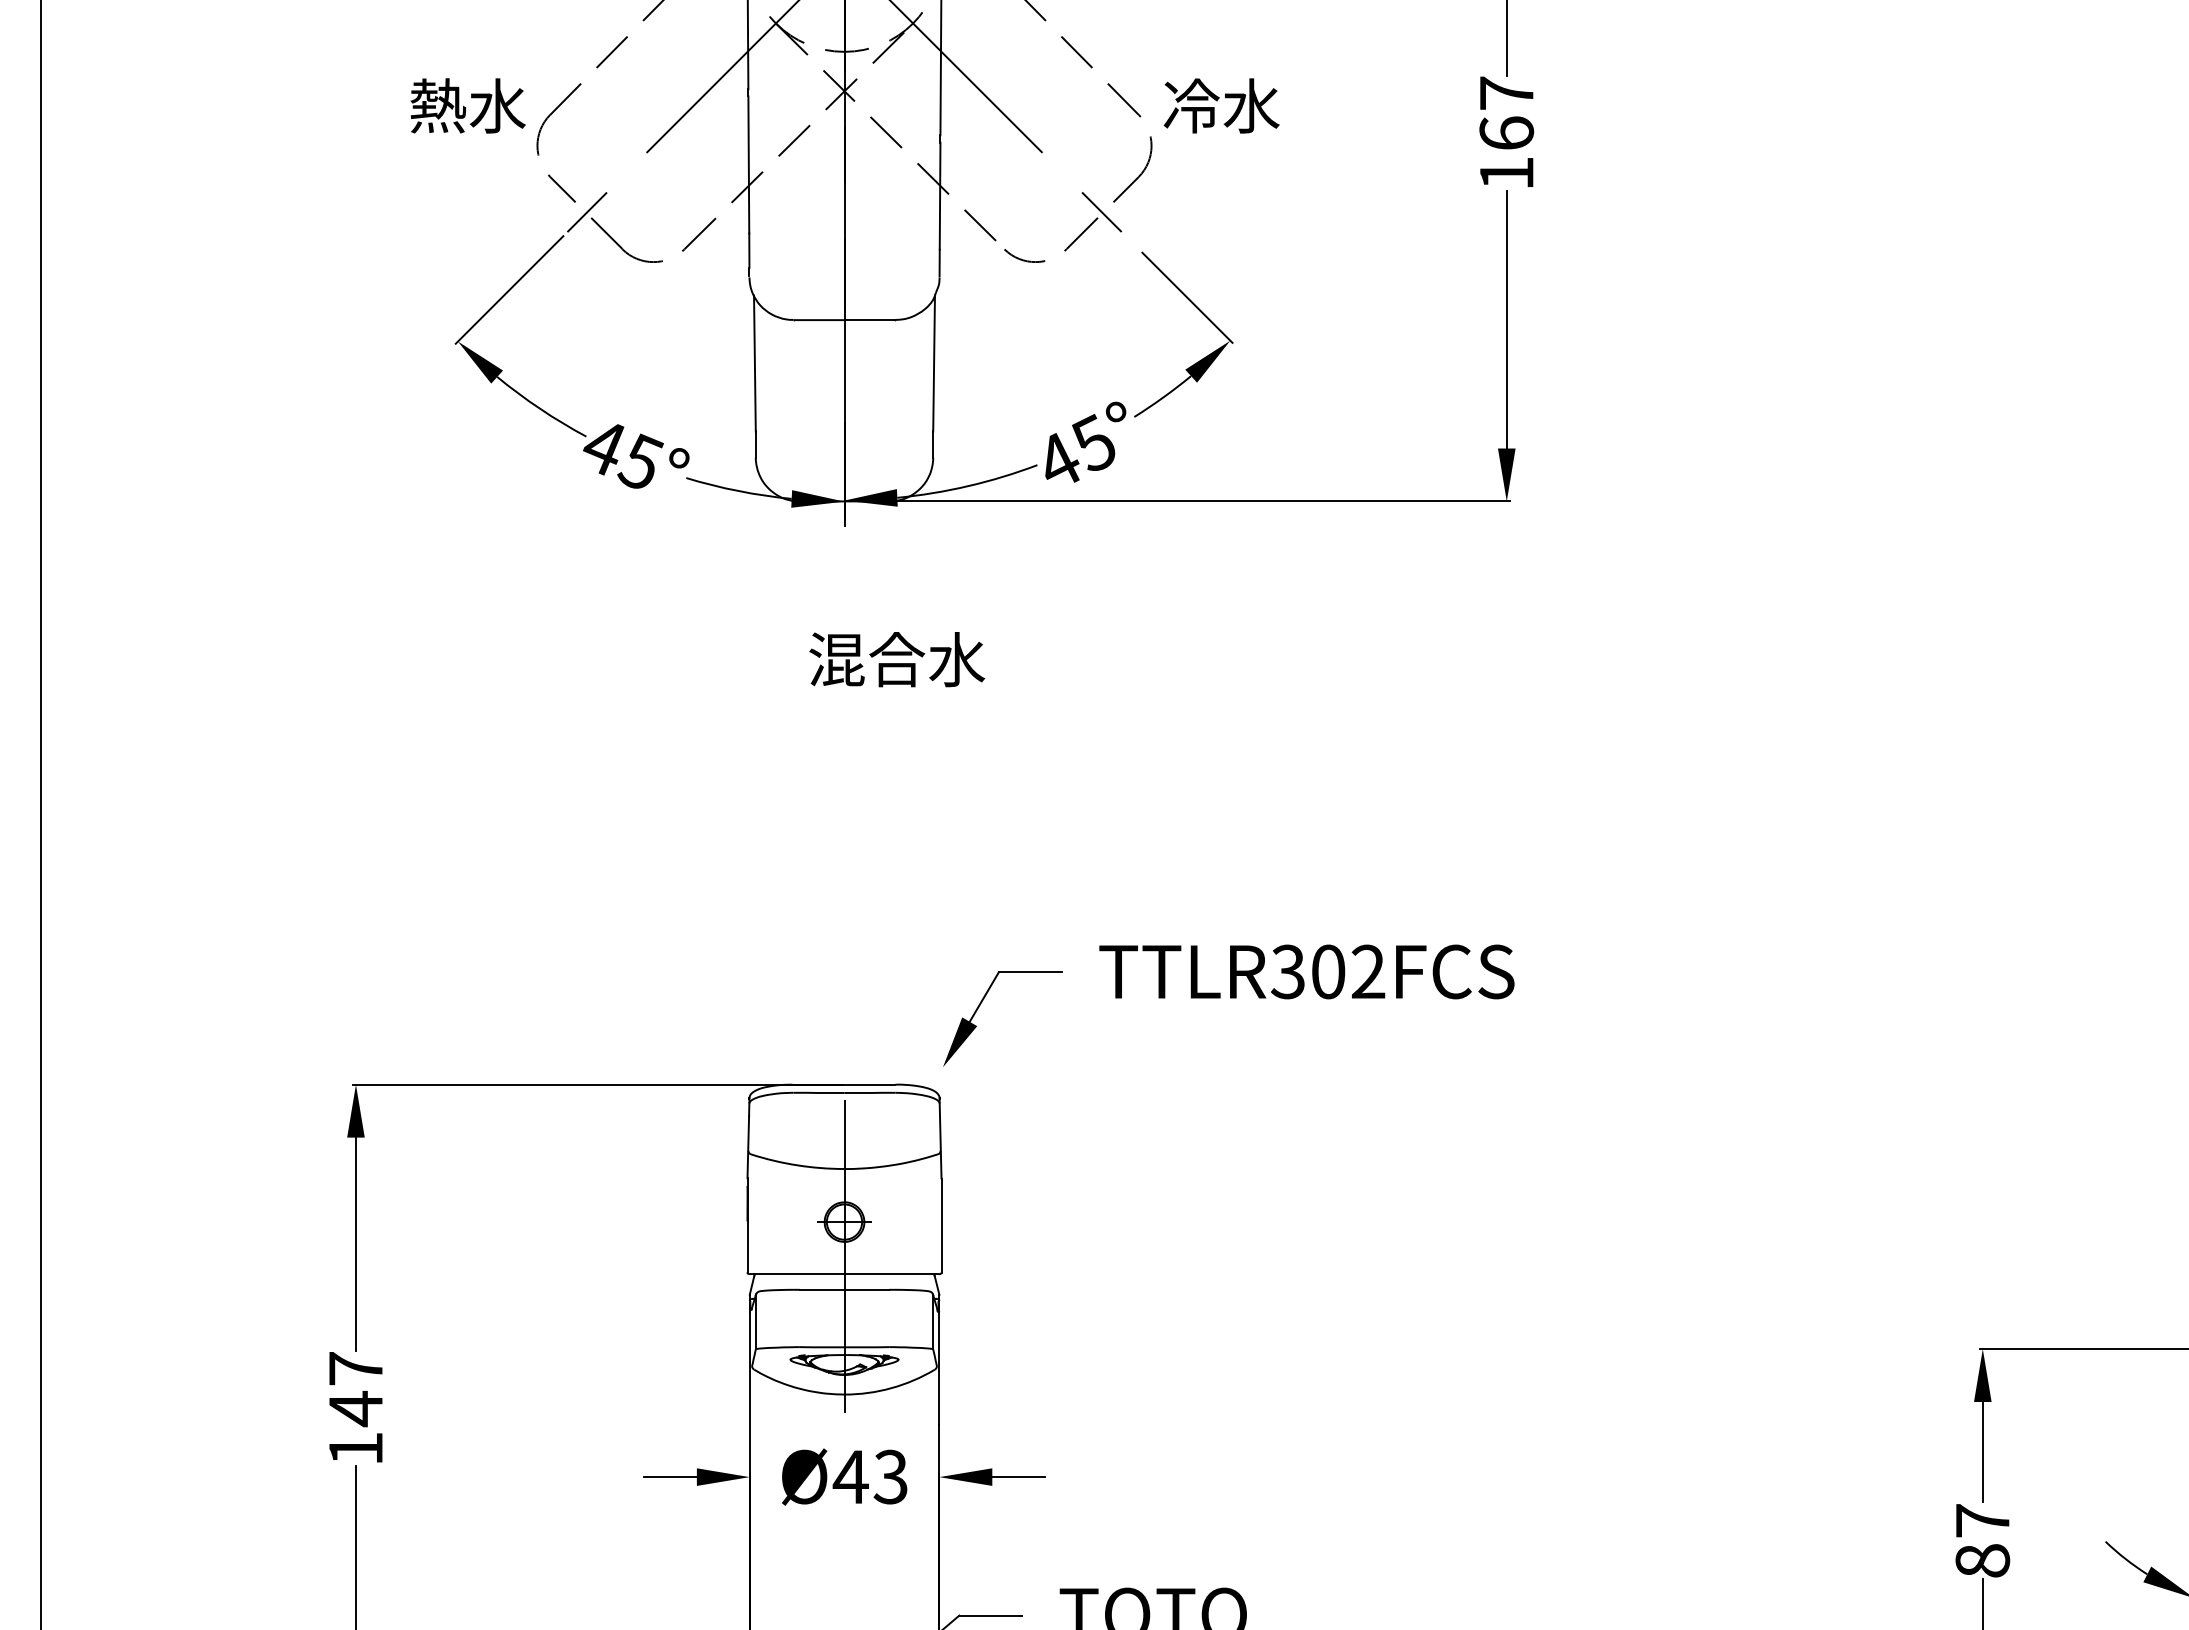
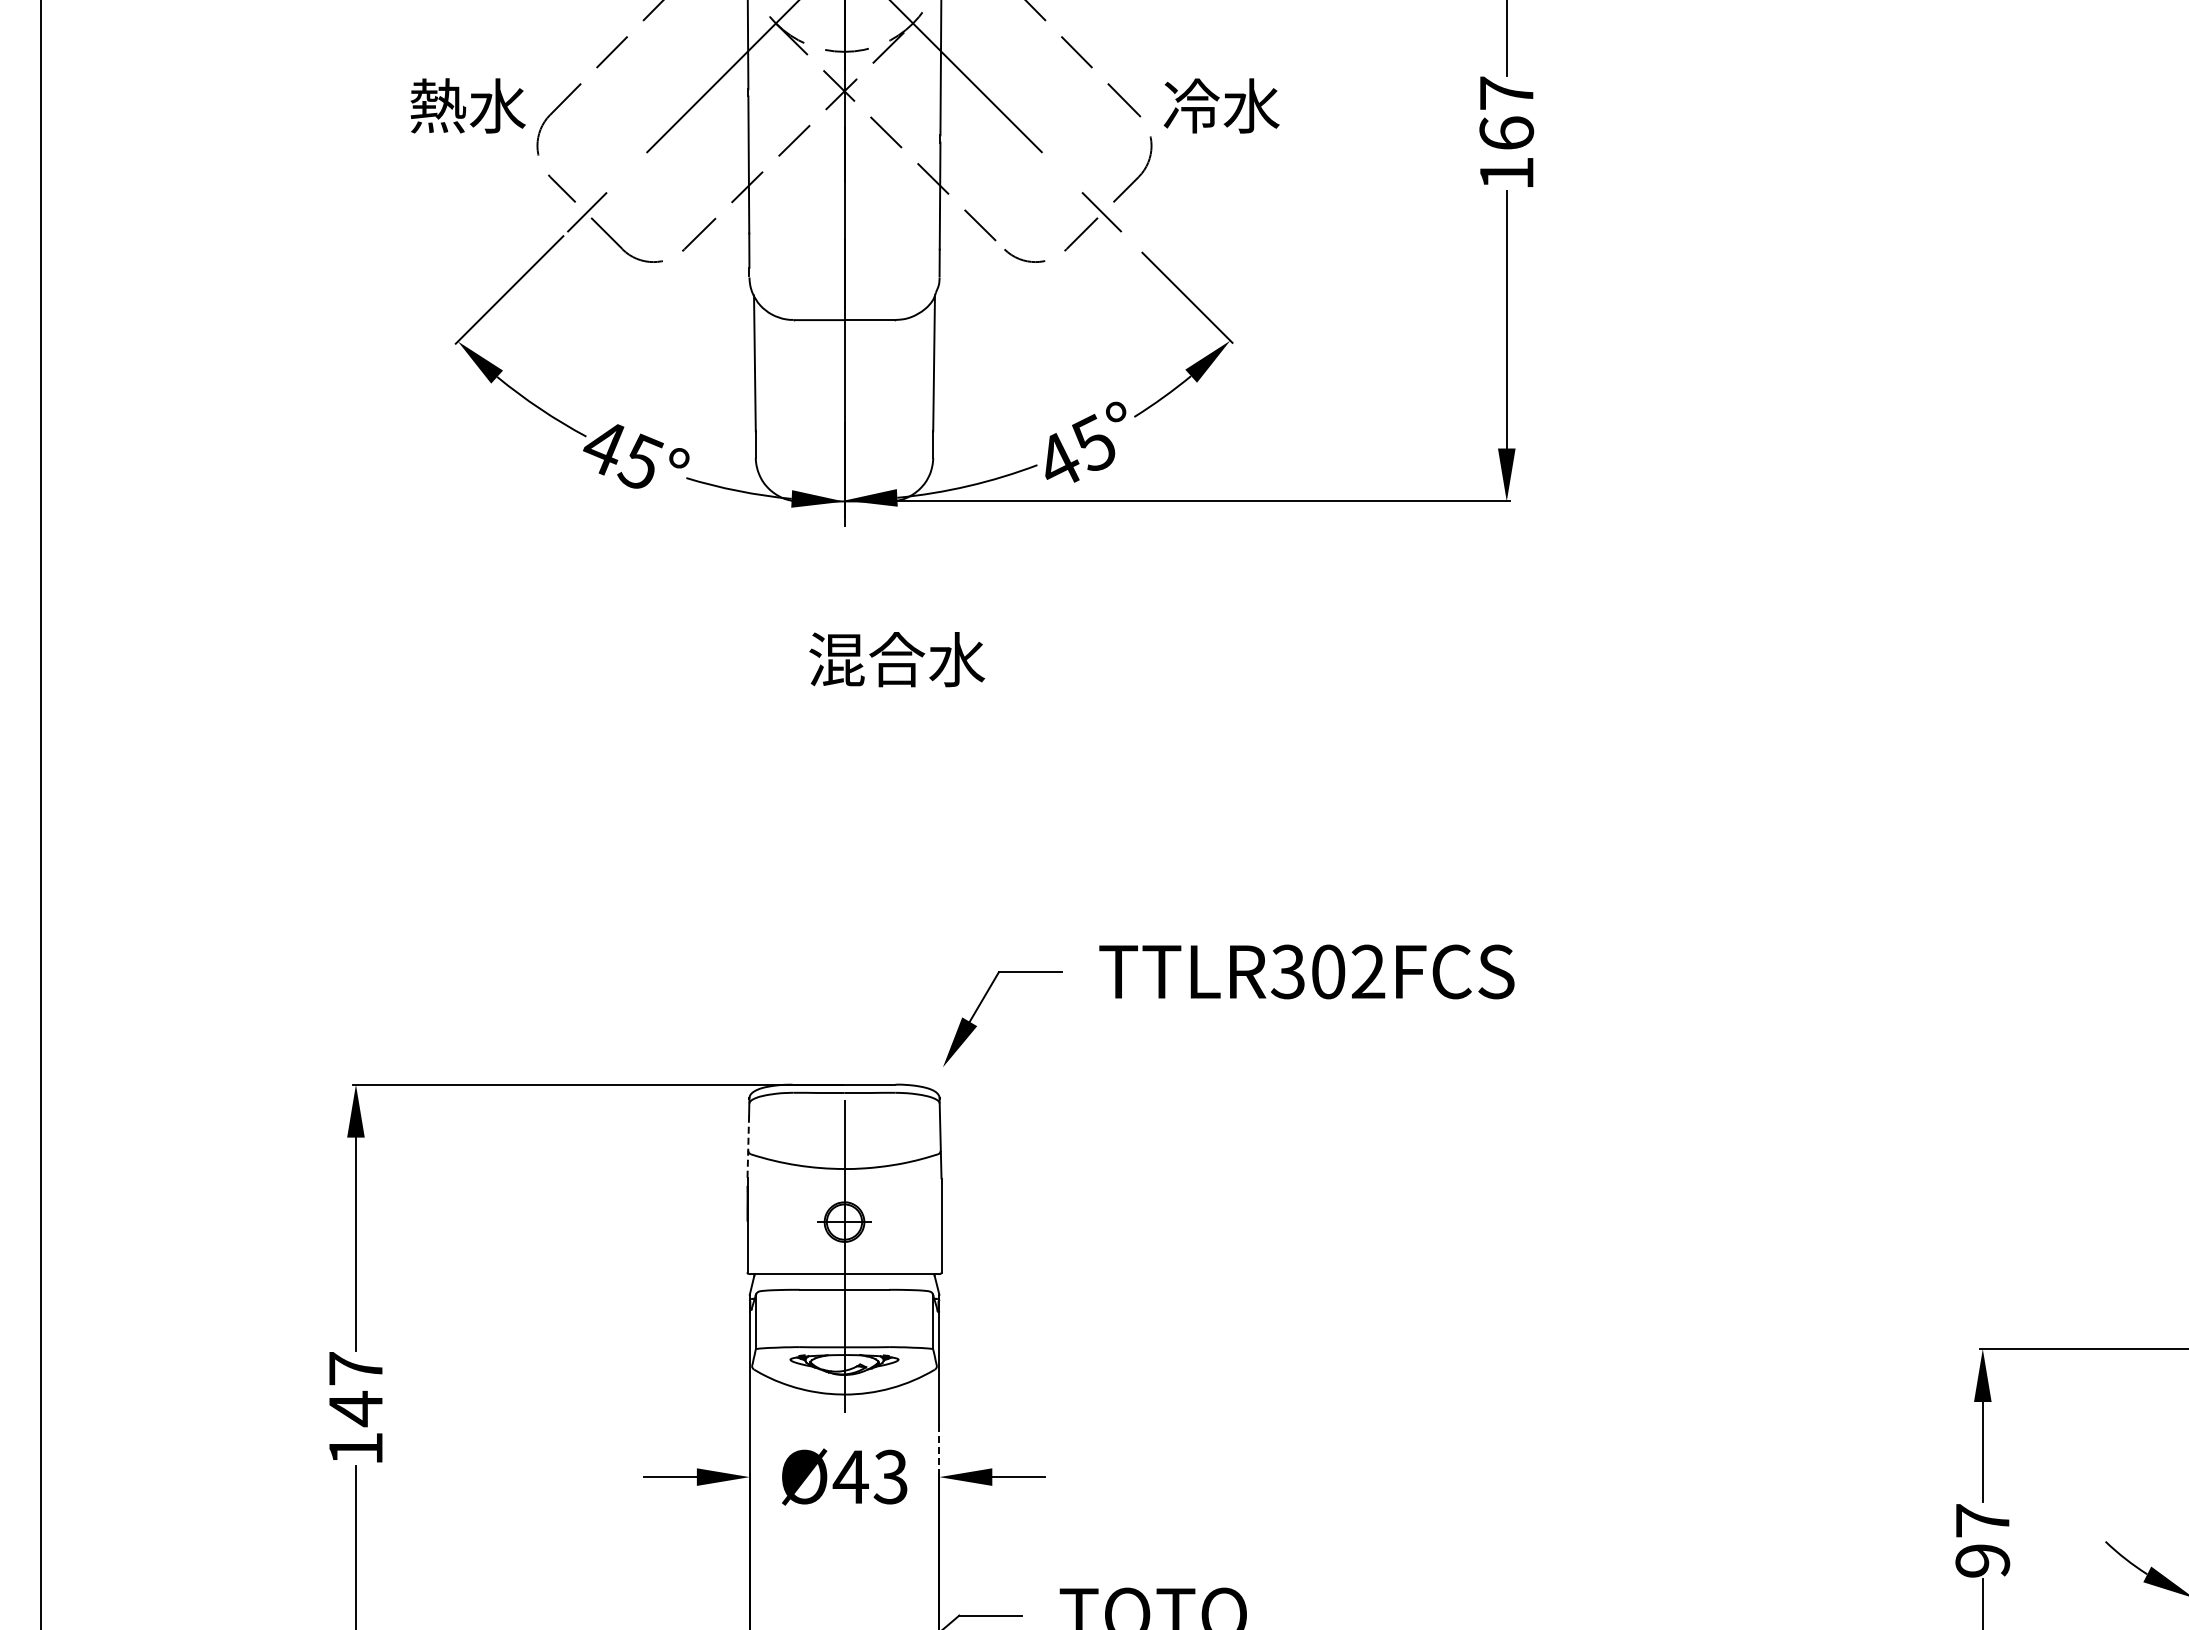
line at (748, 1147): solid -> dashed
line at (939, 1451): solid -> dashed
text at (1982, 1560): 87 -> 97
